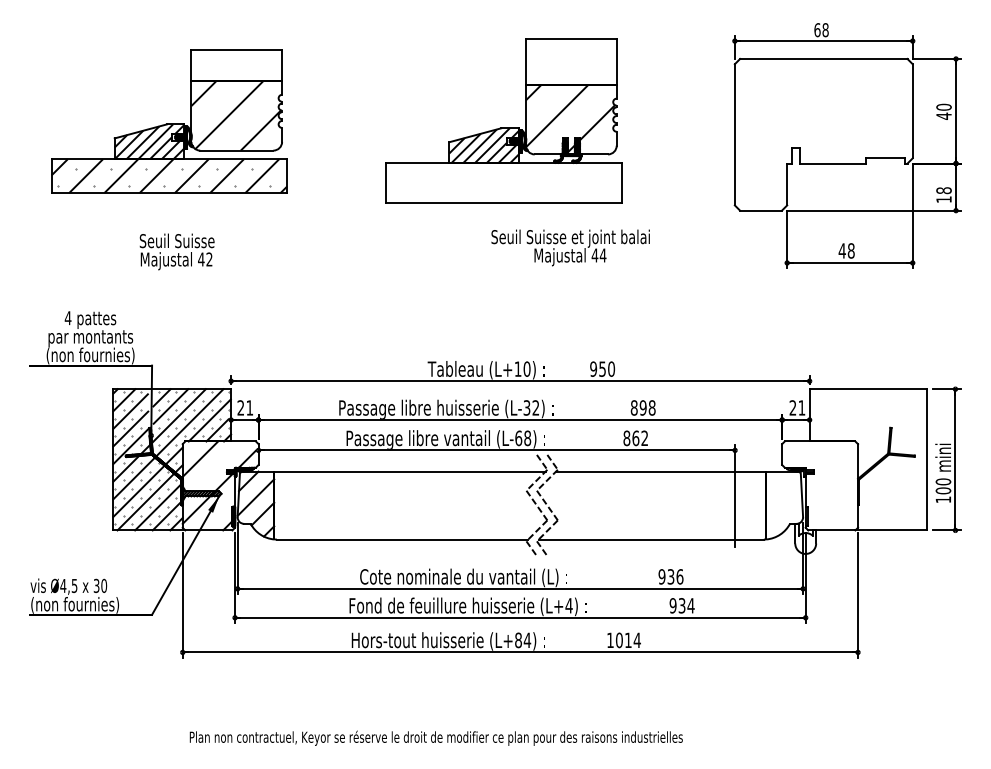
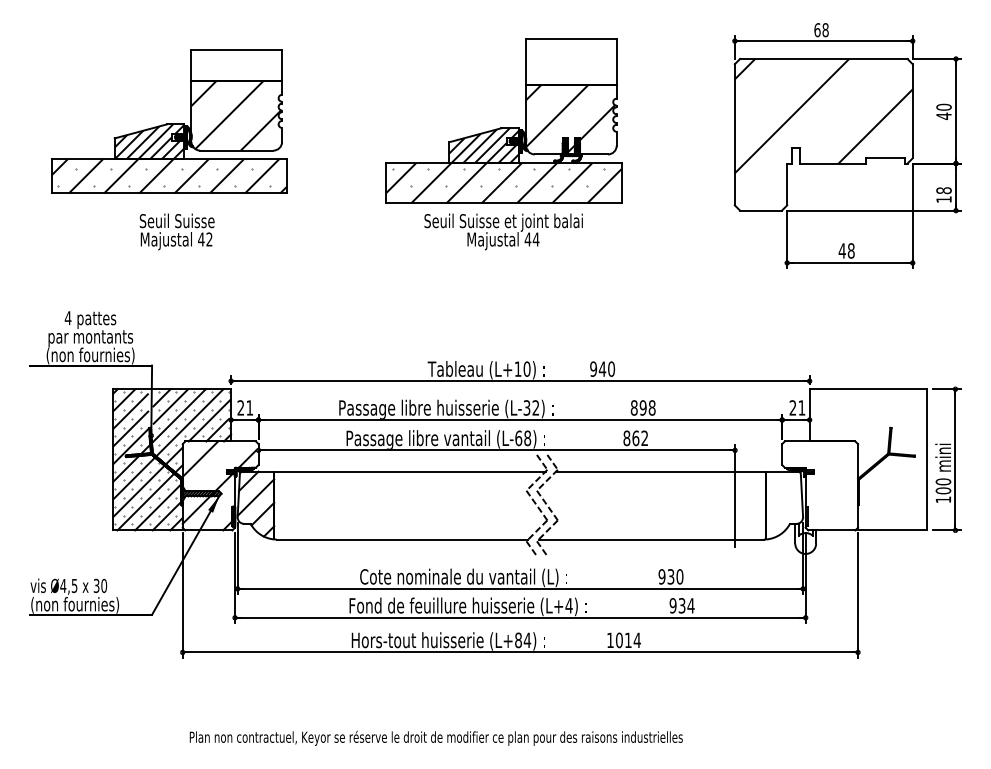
hatch at (823, 115): none -> present
hatch at (503, 182): none -> present
text at (570, 247) position: (570, 247) -> (503, 231)
text at (176, 251) position: (176, 251) -> (176, 231)
text at (602, 368): 950 -> 940
text at (679, 576): 936 -> 930
